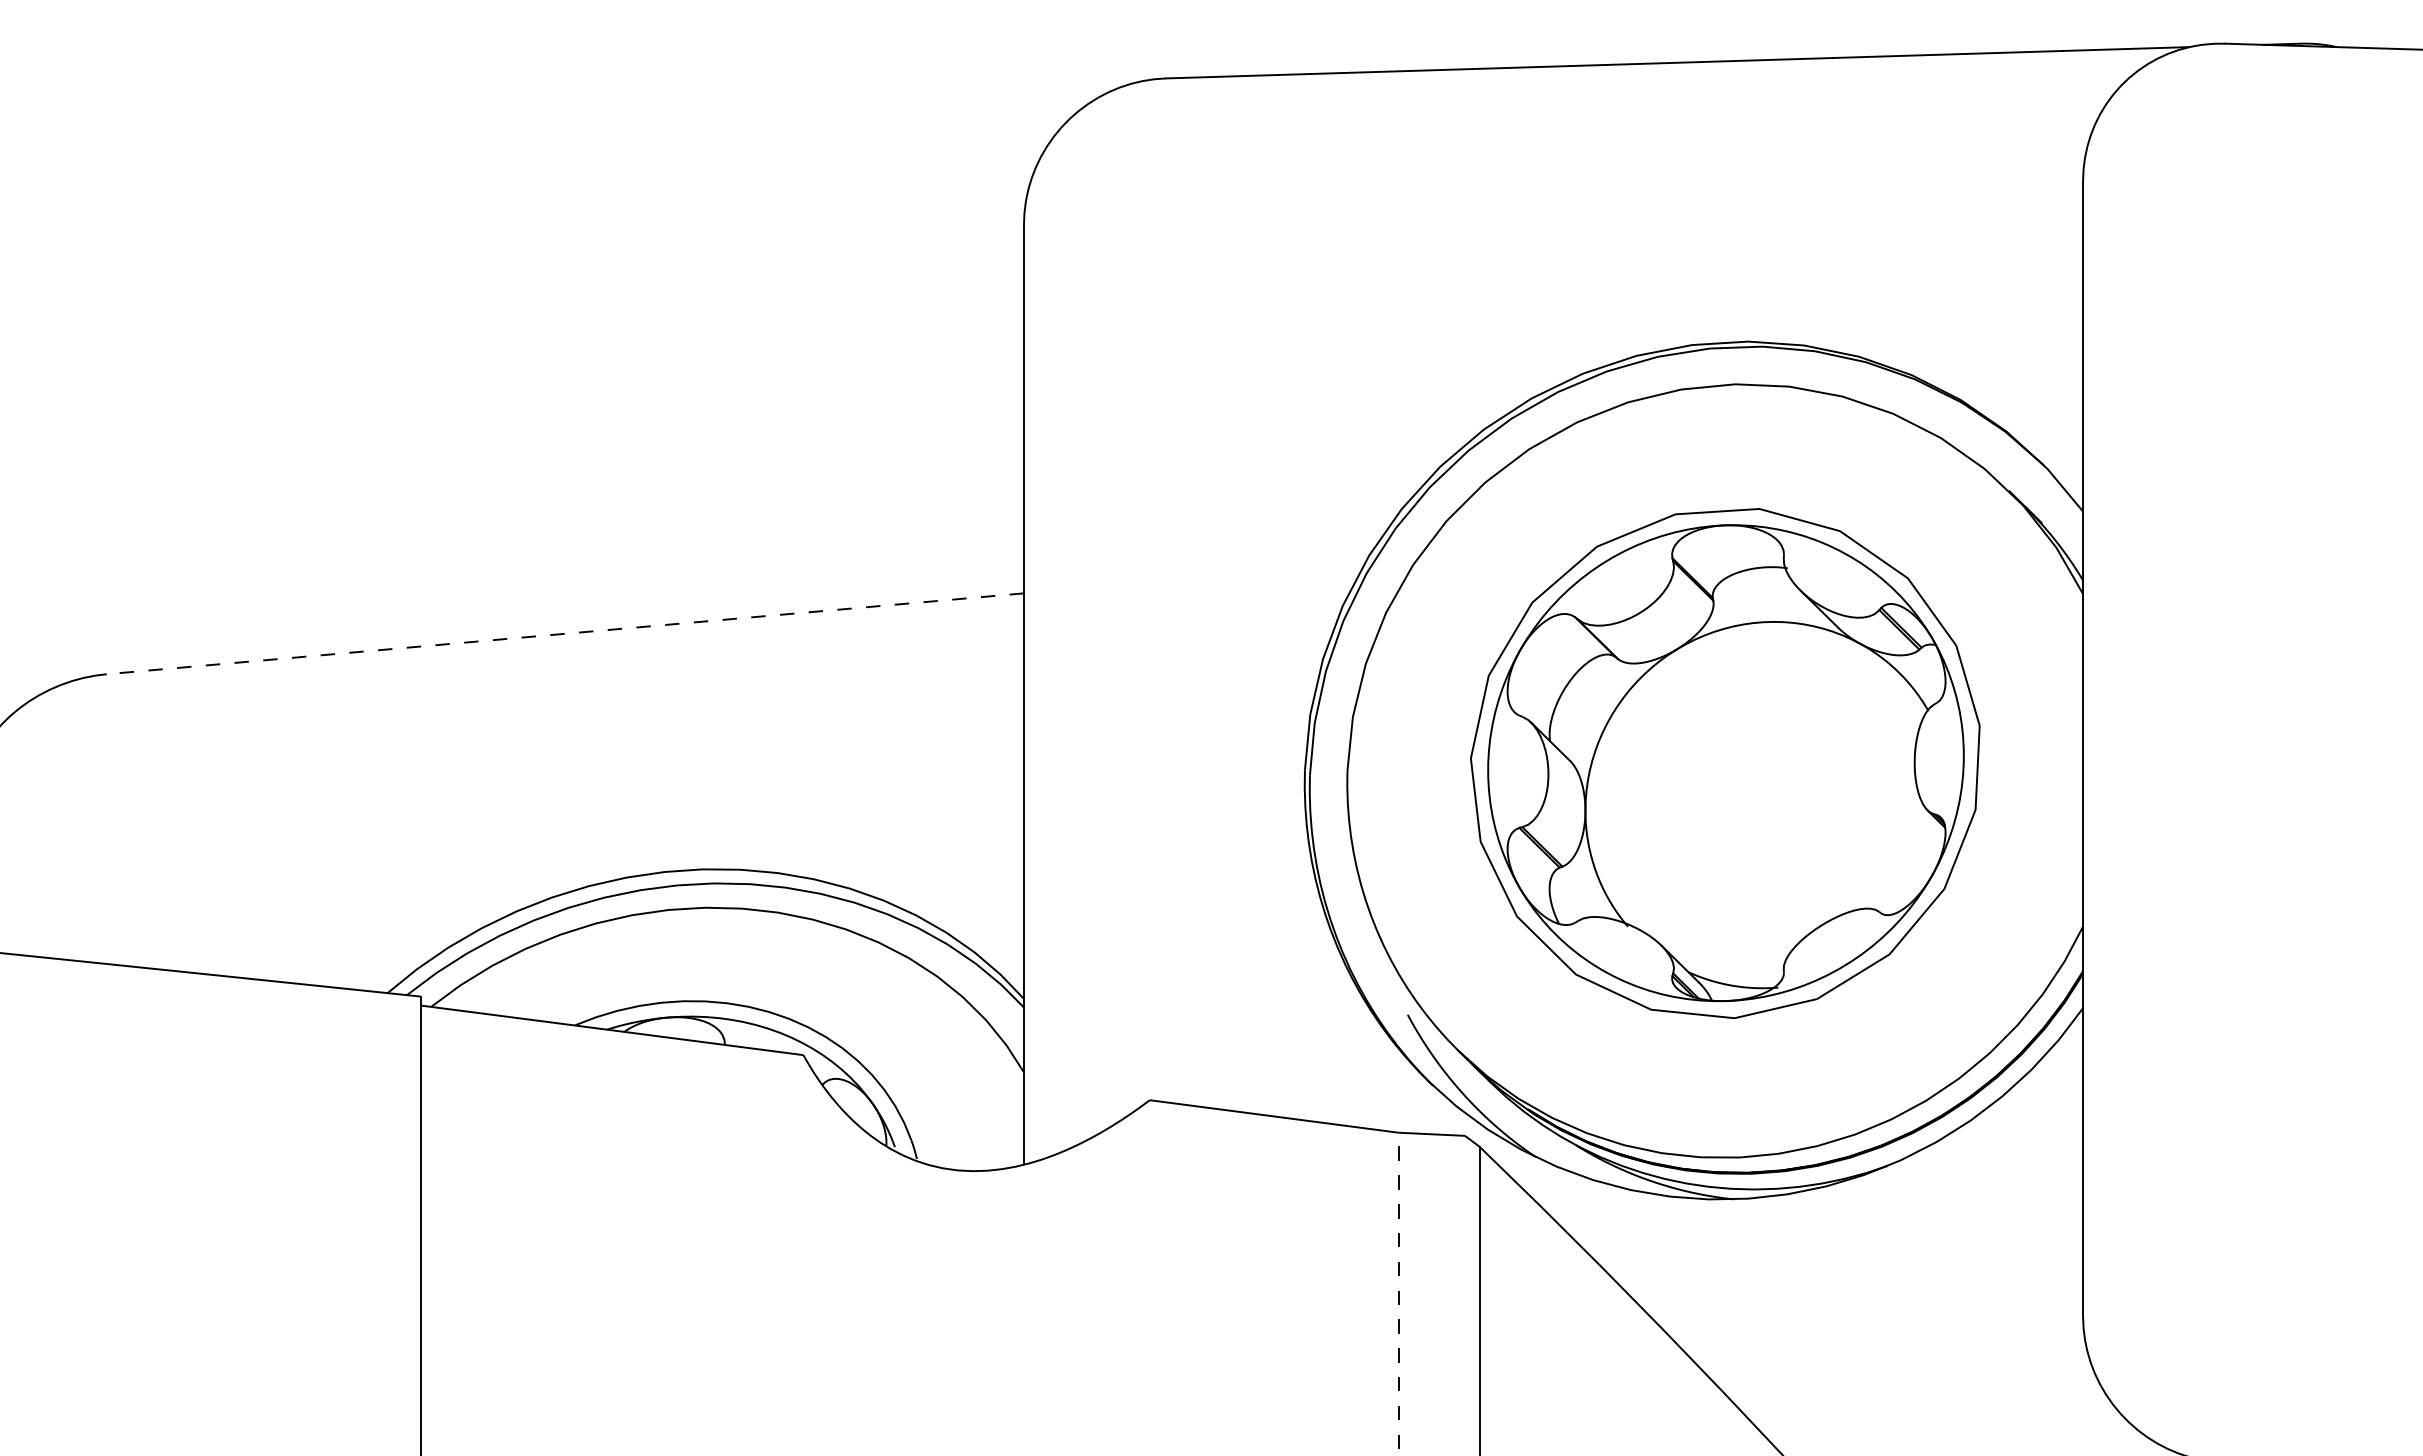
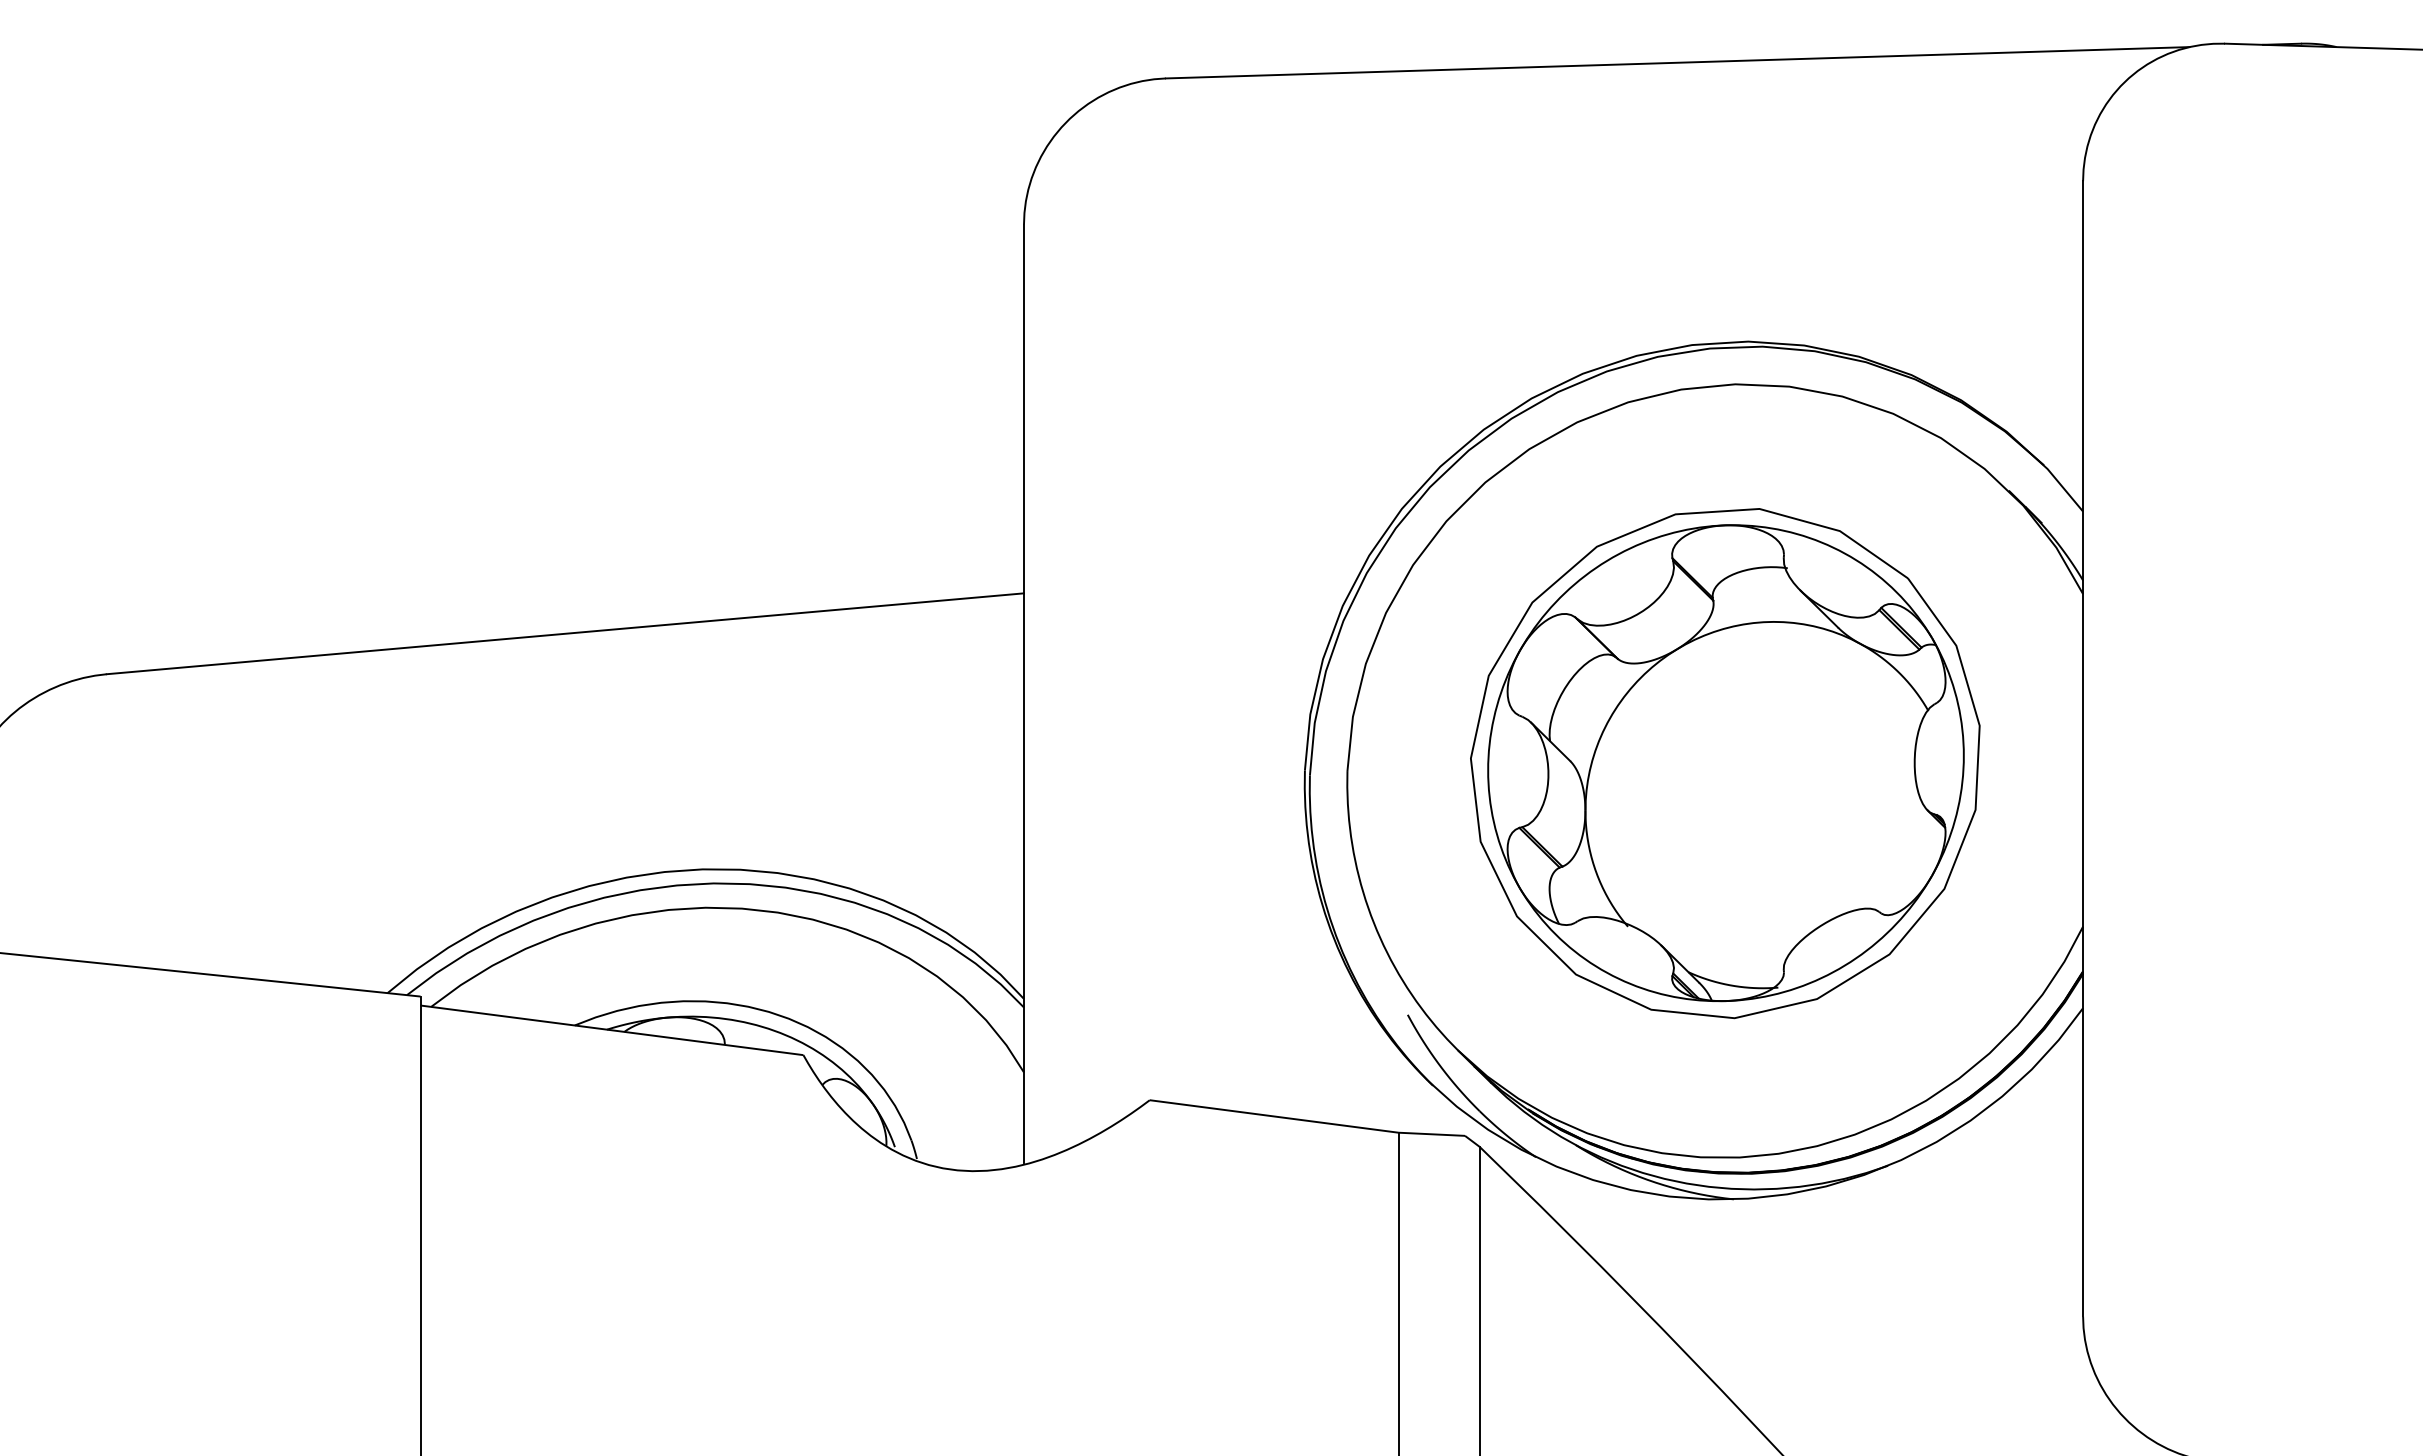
line at (564, 633): dashed -> solid
line at (1398, 1293): dashed -> solid
